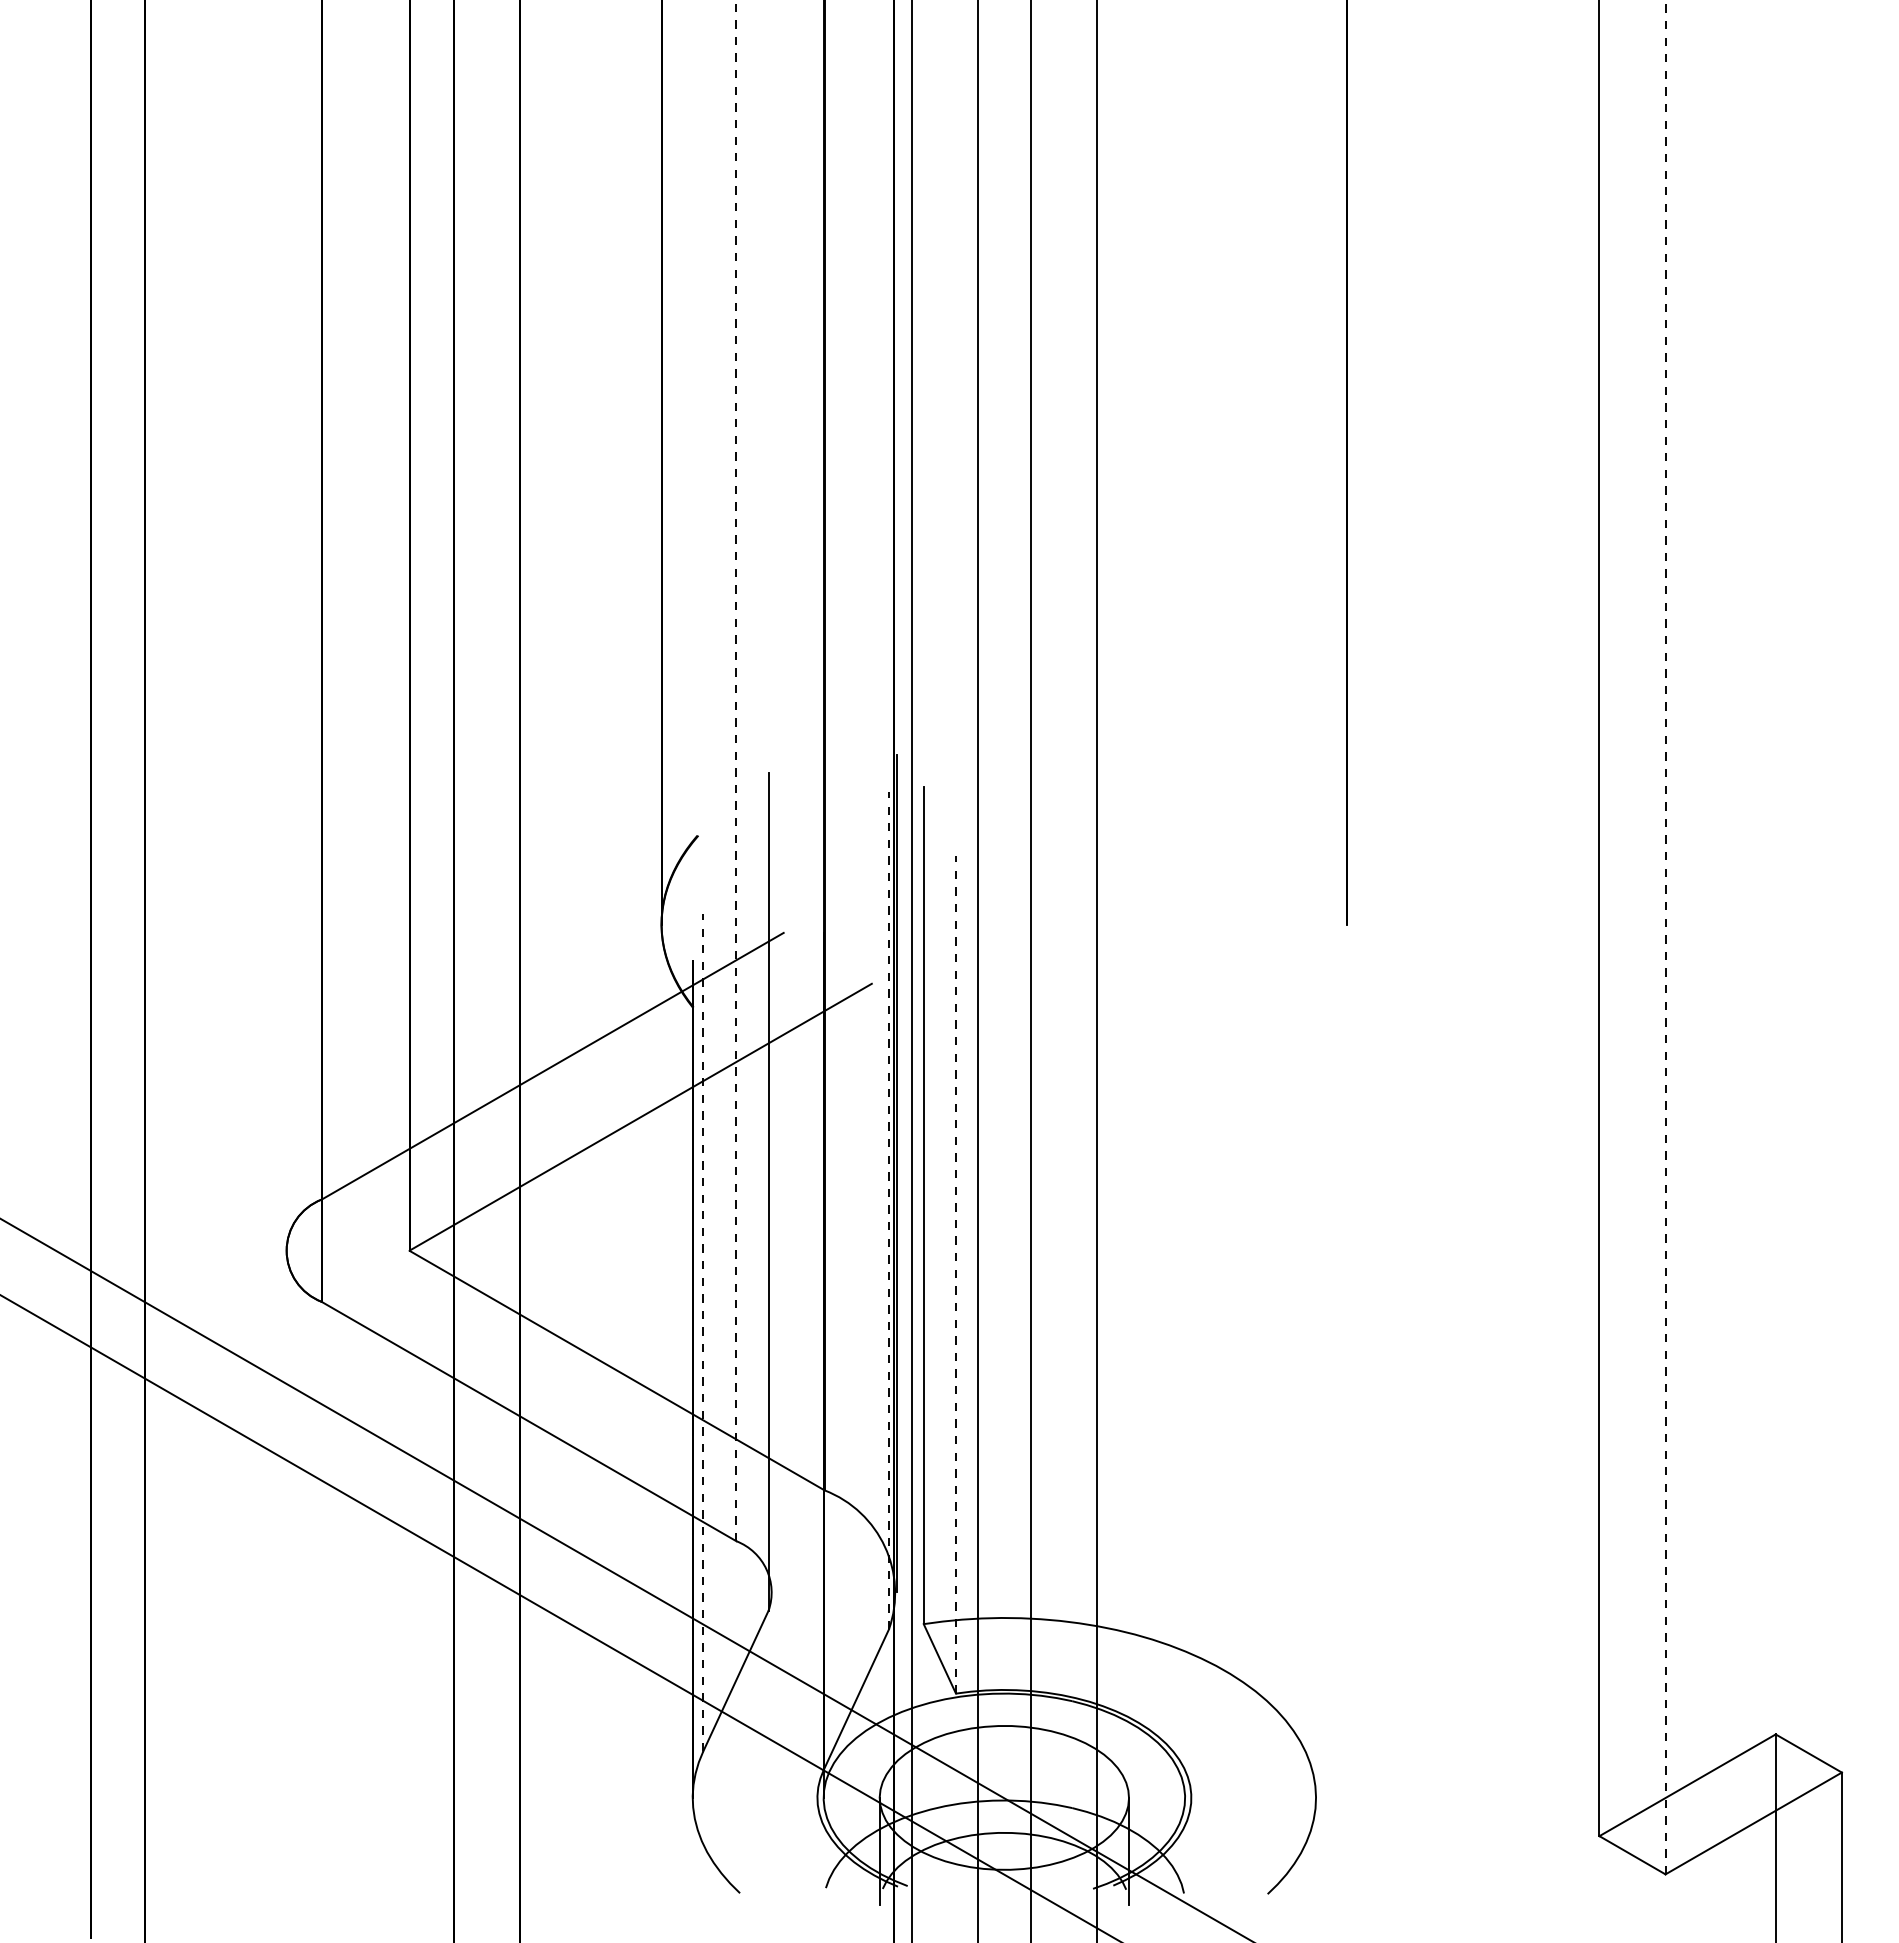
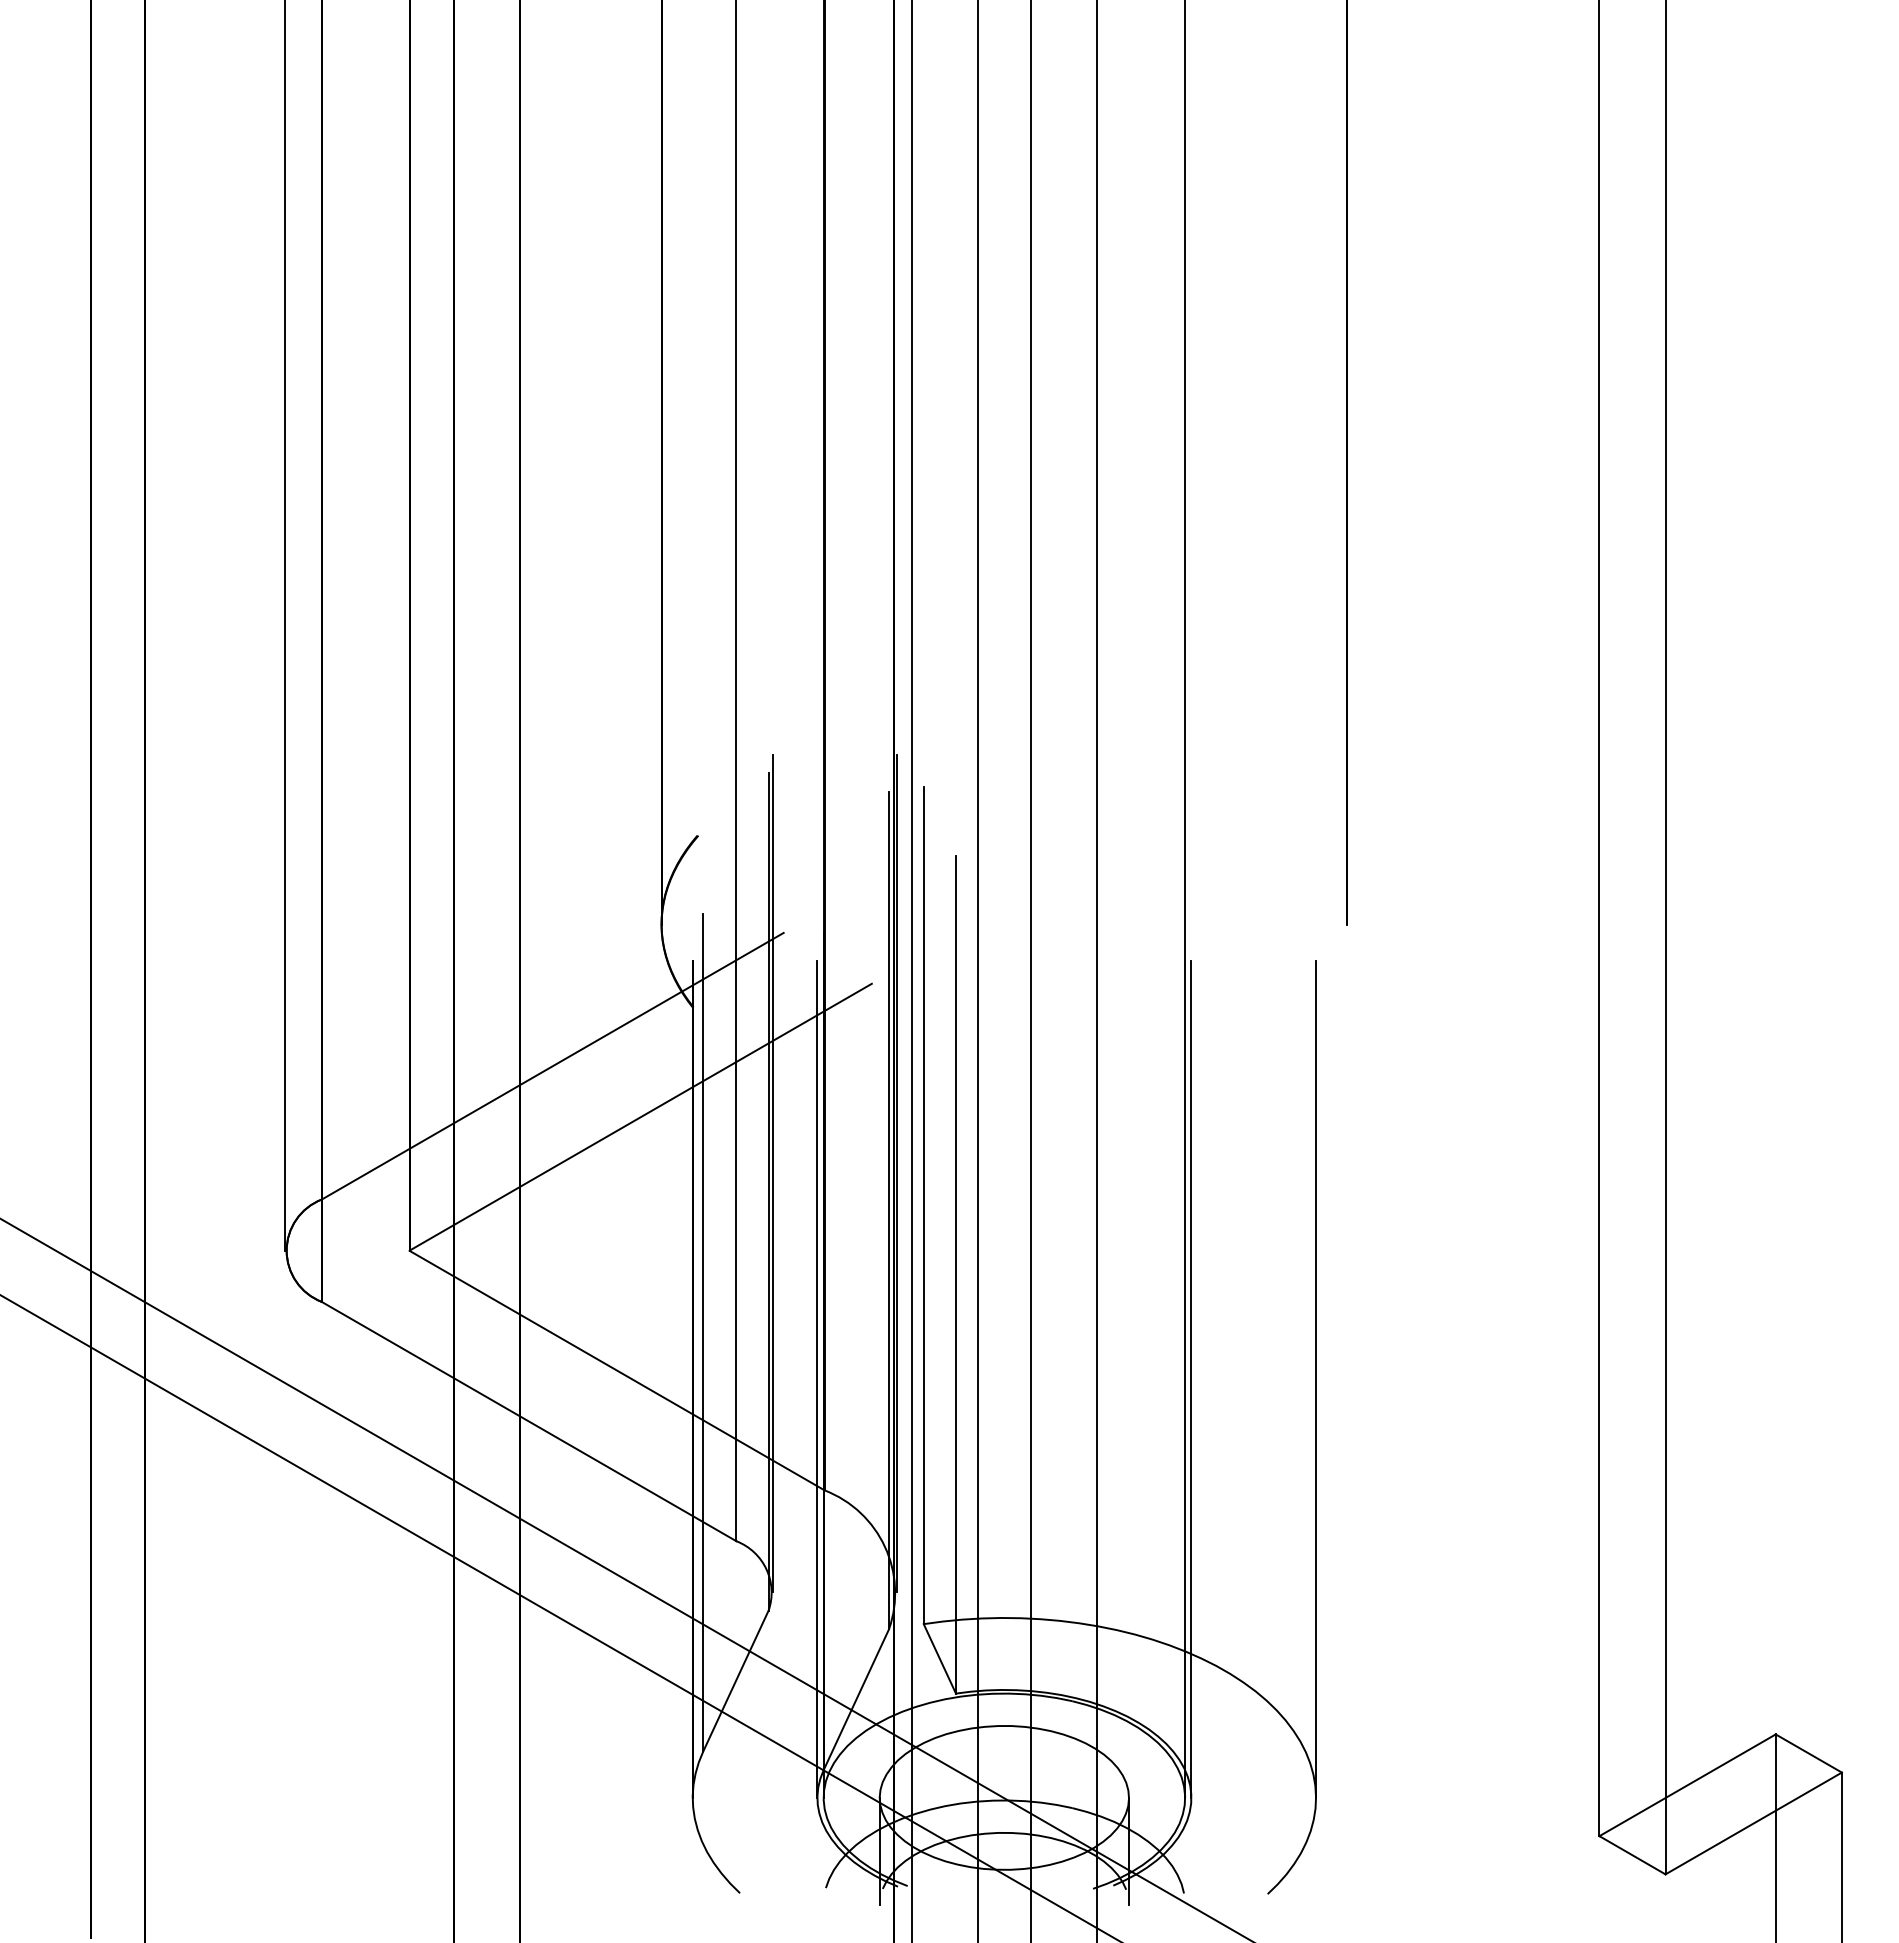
line at (285, 626): none -> present
line at (736, 770): dashed -> solid
line at (1185, 899): none -> present
line at (1665, 937): dashed -> solid
line at (772, 1173): none -> present
line at (889, 1210): dashed -> solid
line at (955, 1274): dashed -> solid
line at (703, 1332): dashed -> solid
line at (817, 1378): none -> present
line at (1191, 1378): none -> present
line at (1316, 1378): none -> present
